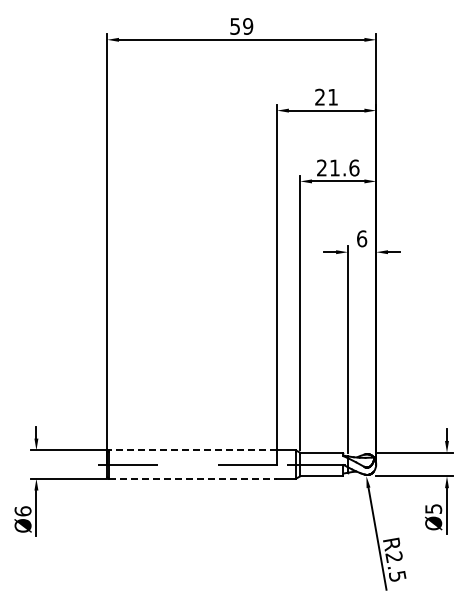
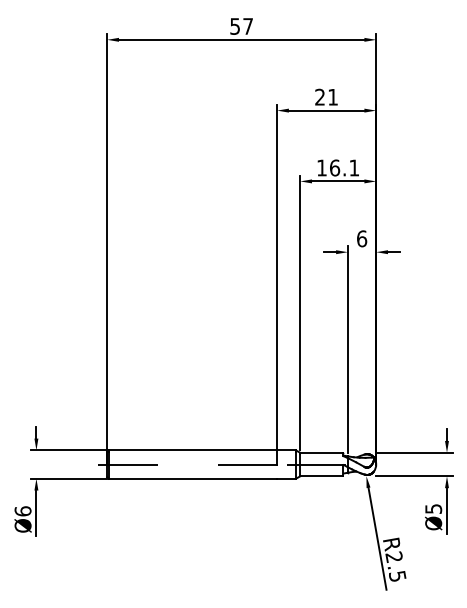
text at (248, 26): 59 -> 57
text at (338, 167): 21.6 -> 16.1
line at (192, 450): dashed -> solid
line at (193, 478): dashed -> solid
